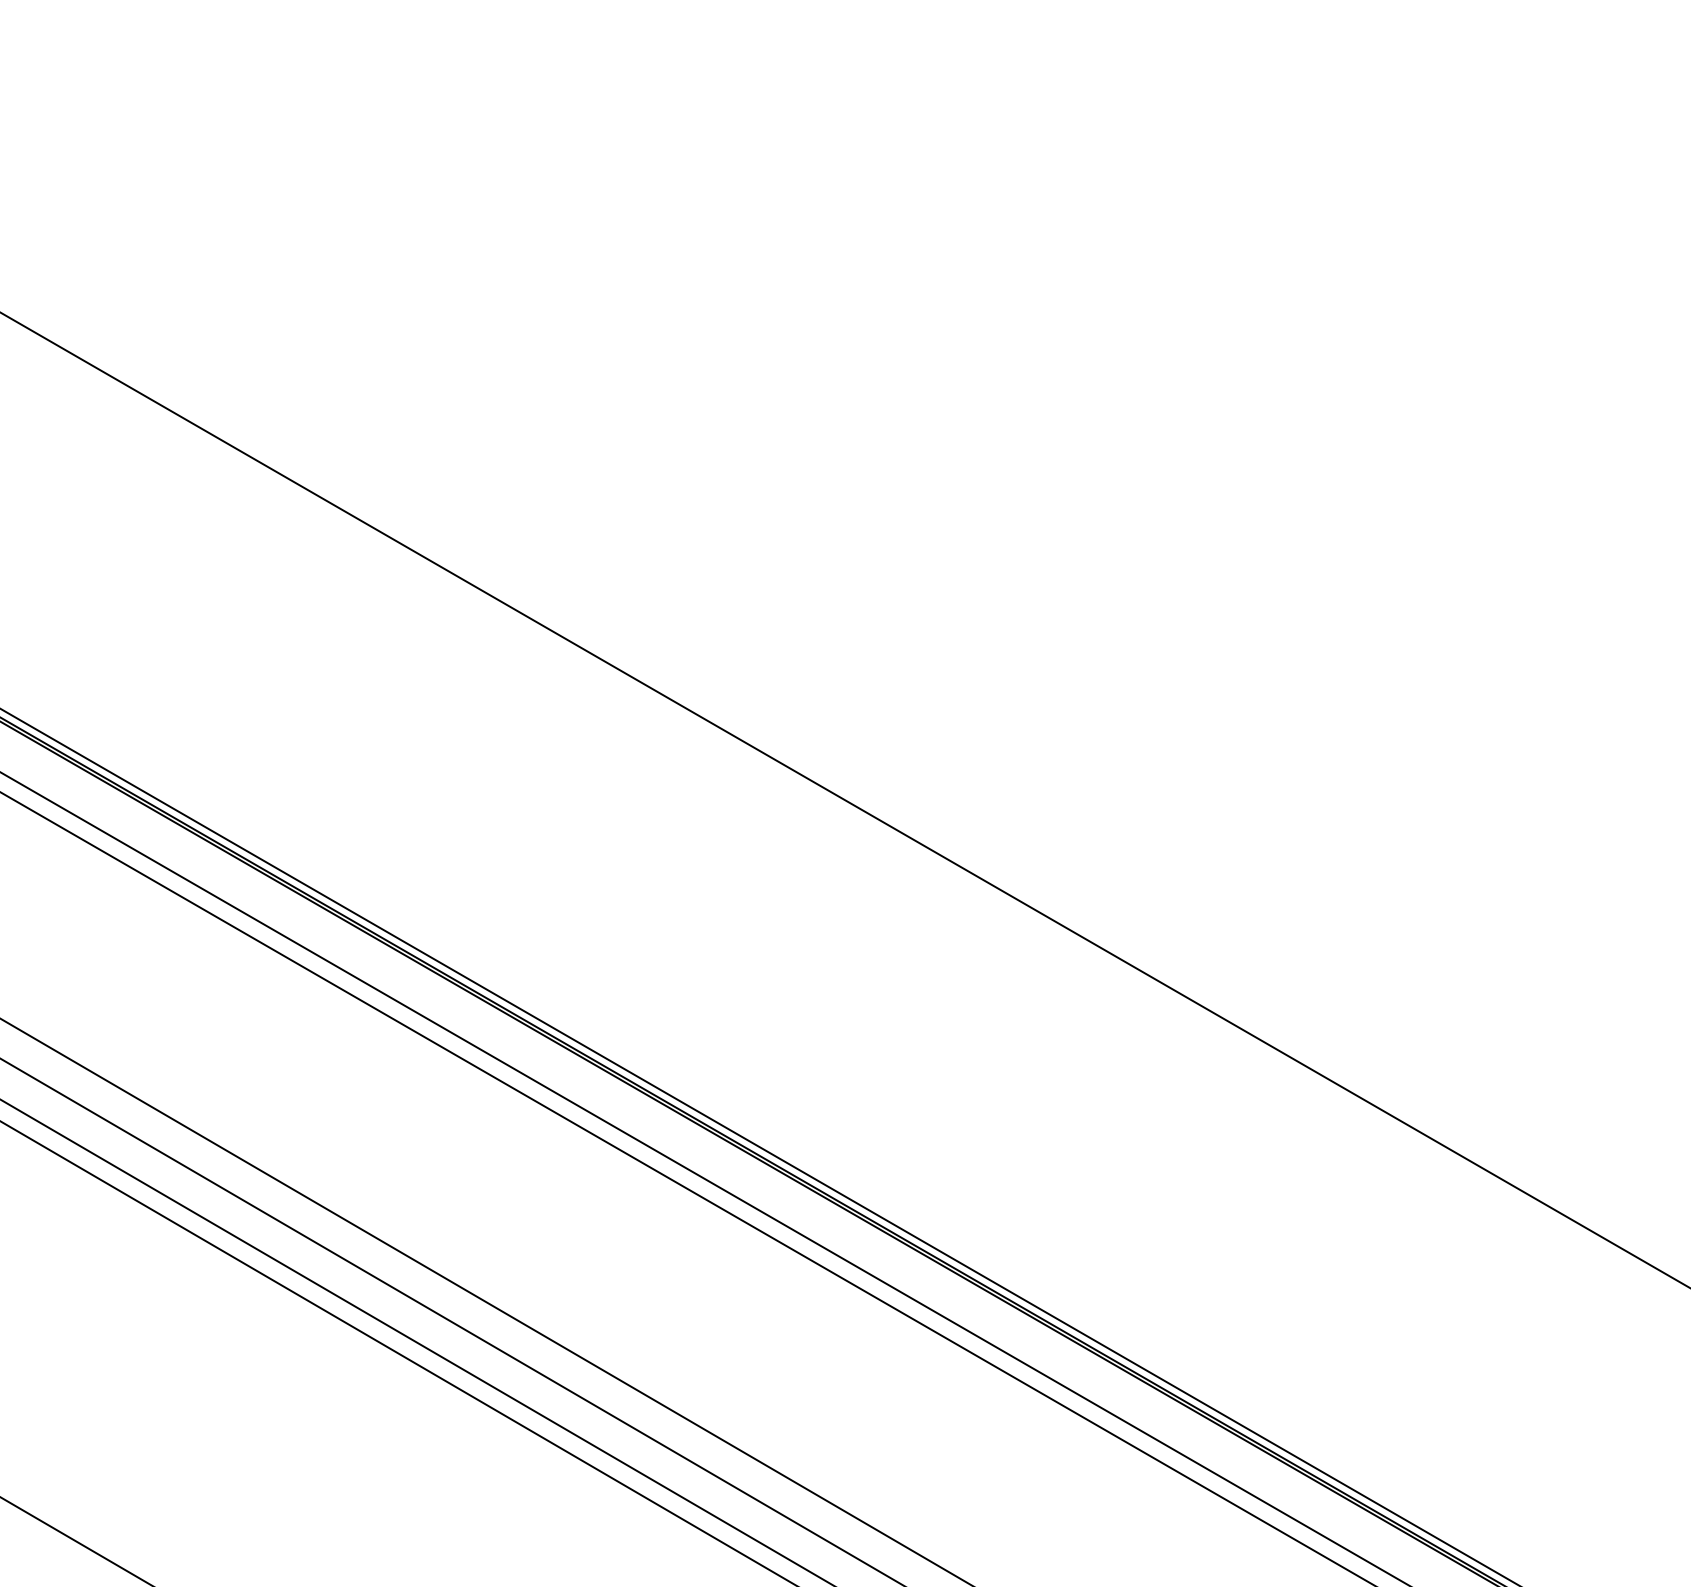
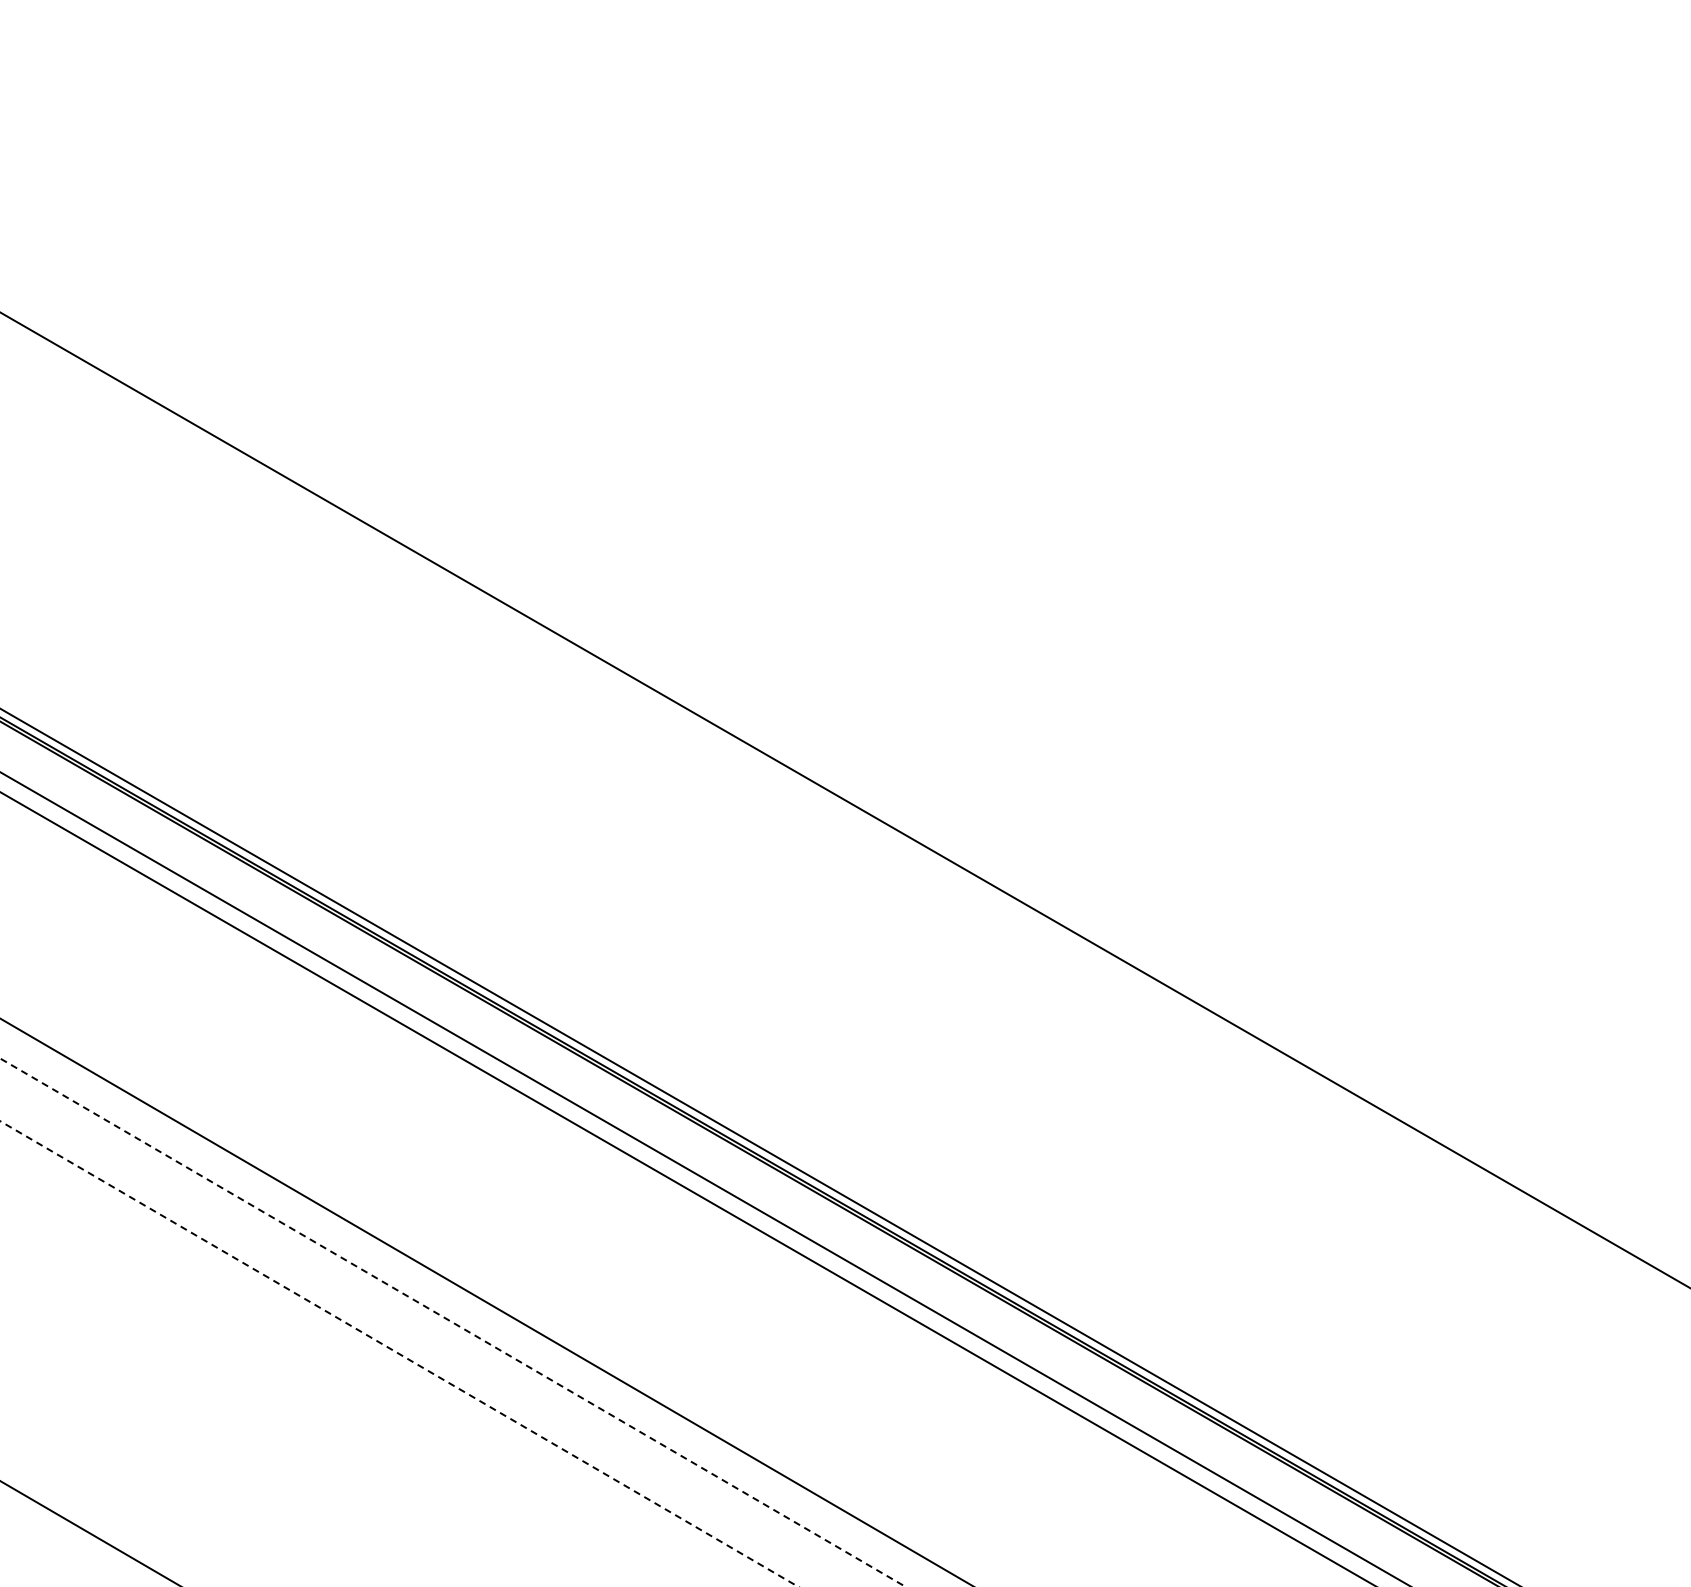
line at (453, 1322): solid -> dashed
line at (416, 1341): present -> none
line at (399, 1354): solid -> dashed
line at (75, 1540) position: (75, 1540) -> (89, 1532)
